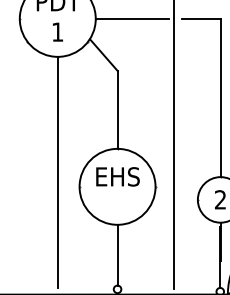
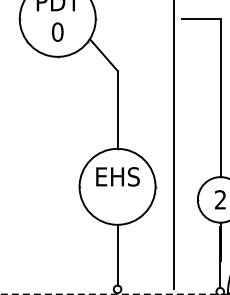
line at (132, 18): present -> none
text at (57, 31): 1 -> 0
line at (57, 172): present -> none
line at (113, 294): solid -> dashed
